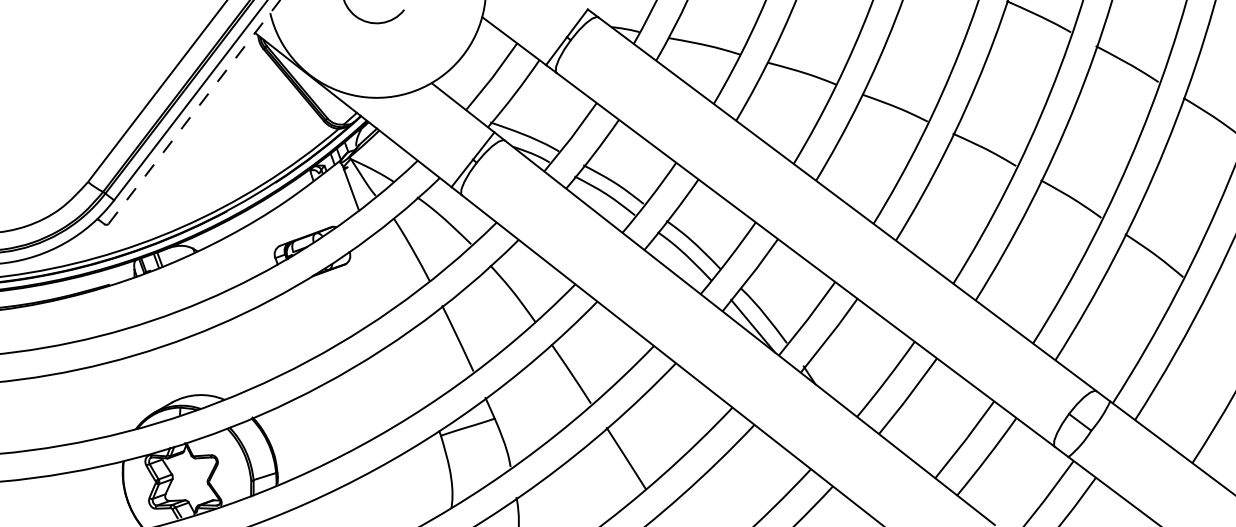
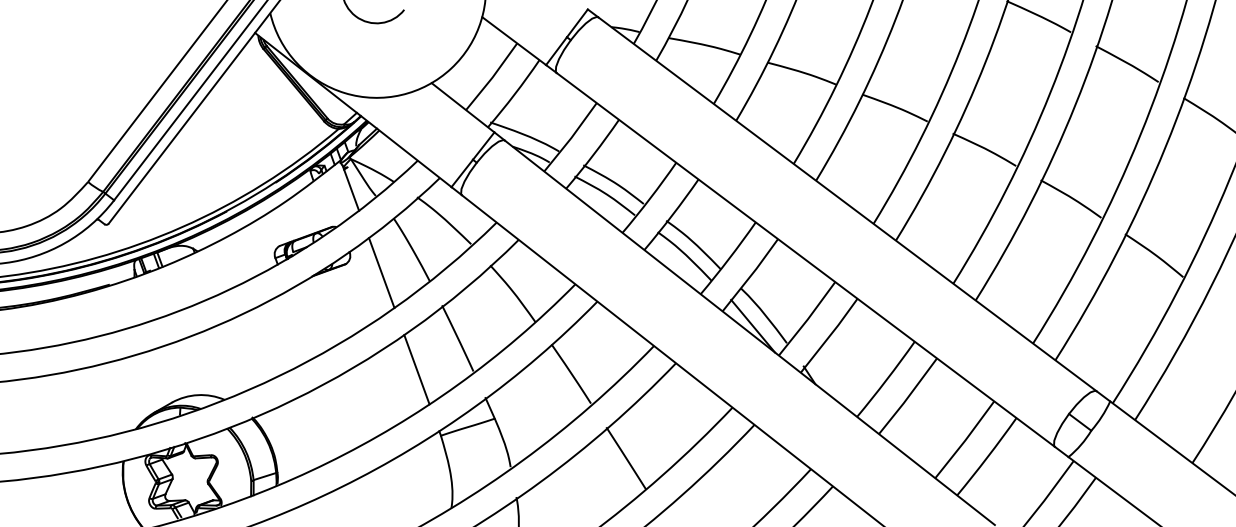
line at (194, 112): dashed -> solid
line at (381, 273): none -> present
line at (416, 369): none -> present
